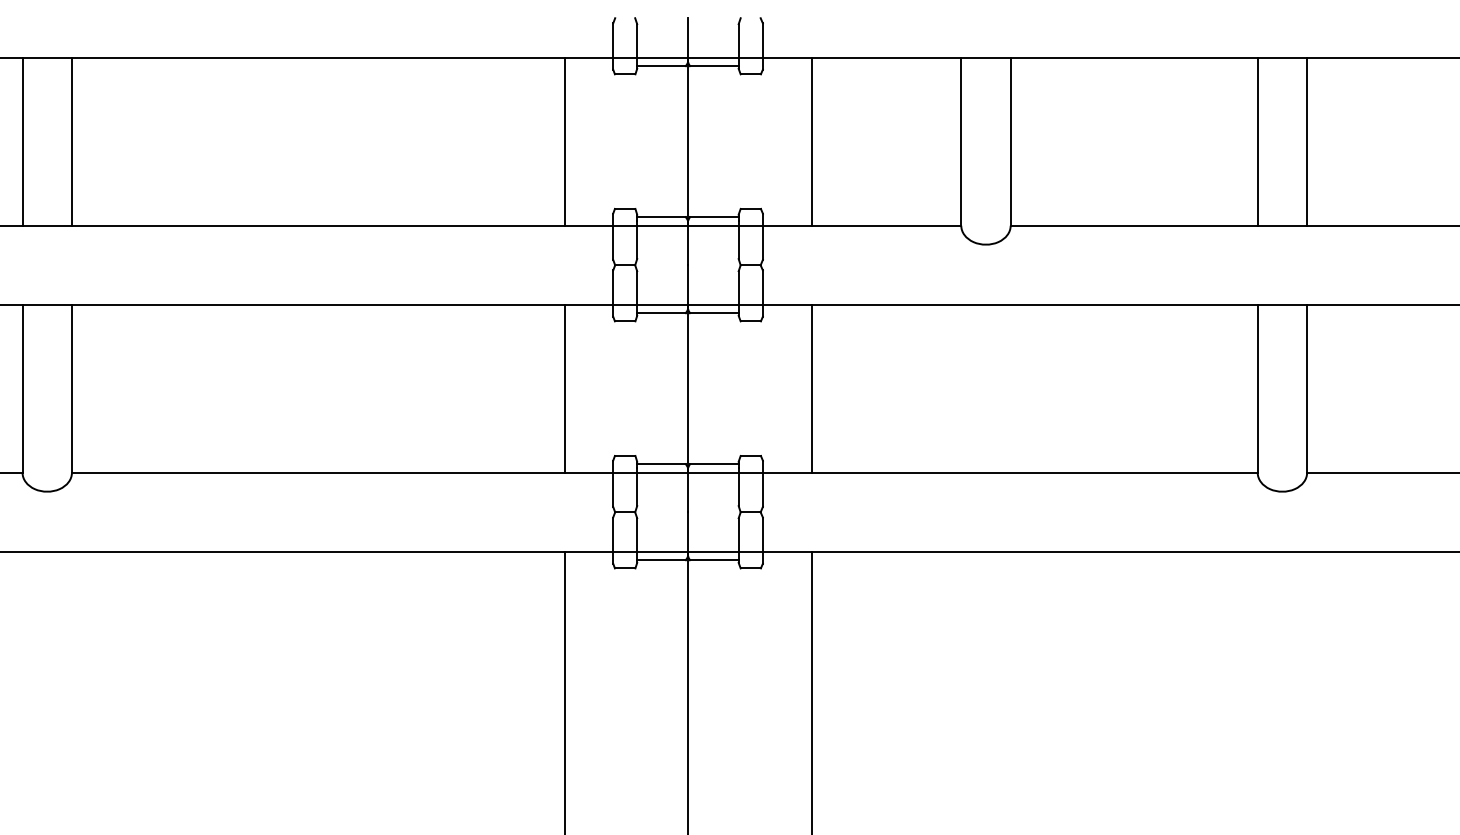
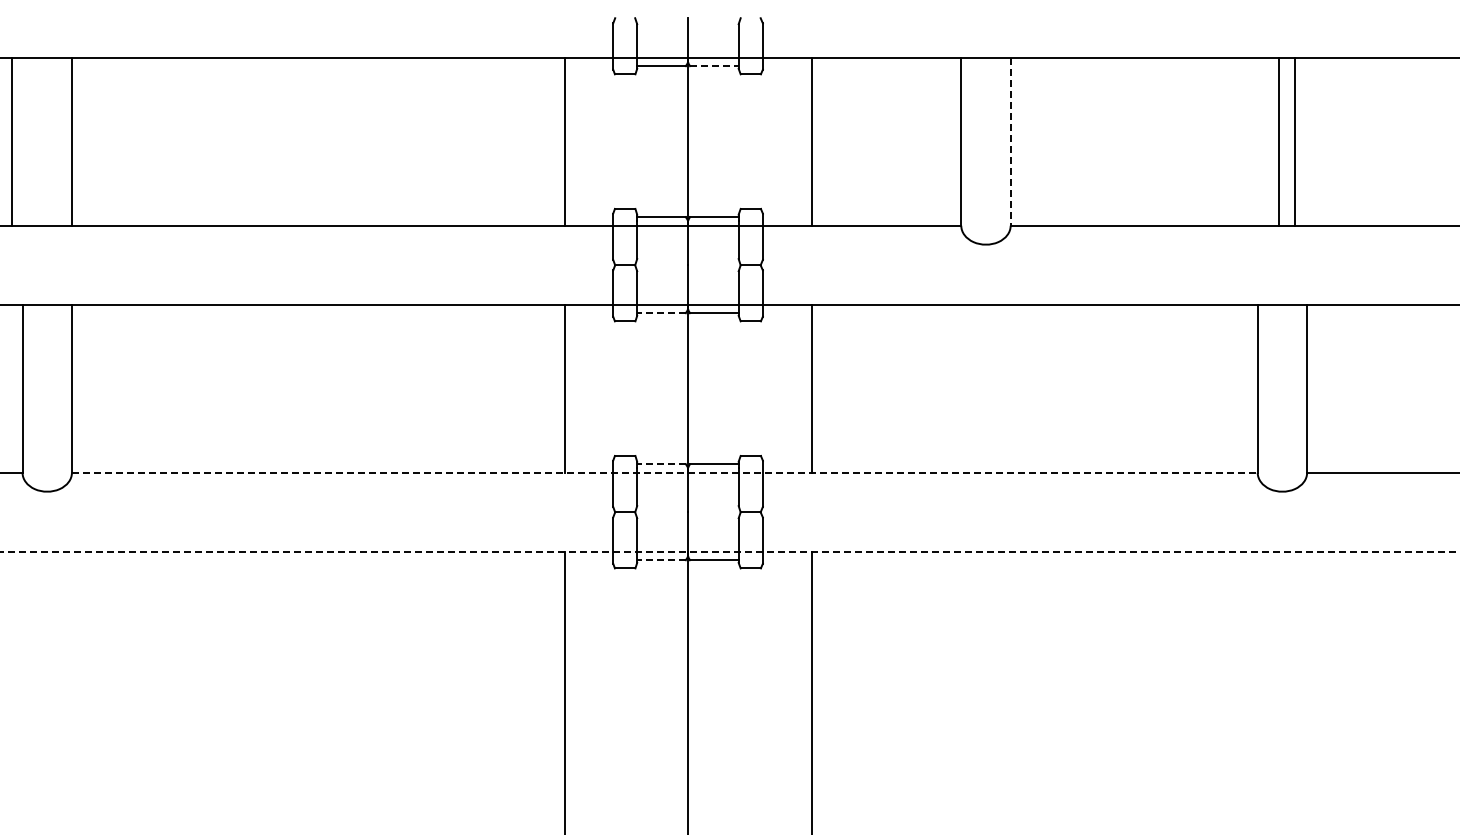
line at (714, 66): solid -> dashed
line at (22, 141) position: (22, 141) -> (11, 141)
line at (1010, 141): solid -> dashed
line at (1257, 141) position: (1257, 141) -> (1278, 141)
line at (1307, 141) position: (1307, 141) -> (1295, 141)
line at (661, 313): solid -> dashed
line at (661, 464): solid -> dashed
line at (664, 472): solid -> dashed
line at (729, 551): solid -> dashed
line at (661, 560): solid -> dashed
